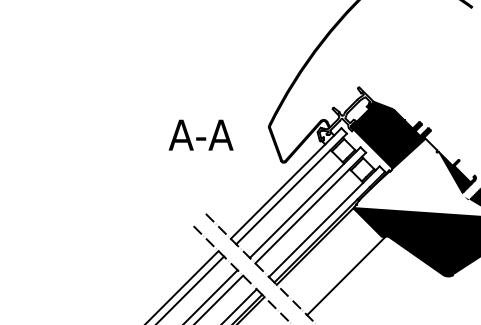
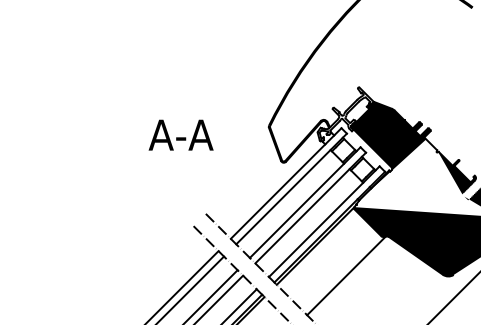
text at (200, 134) position: (200, 134) -> (180, 134)
line at (453, 297): none -> present
